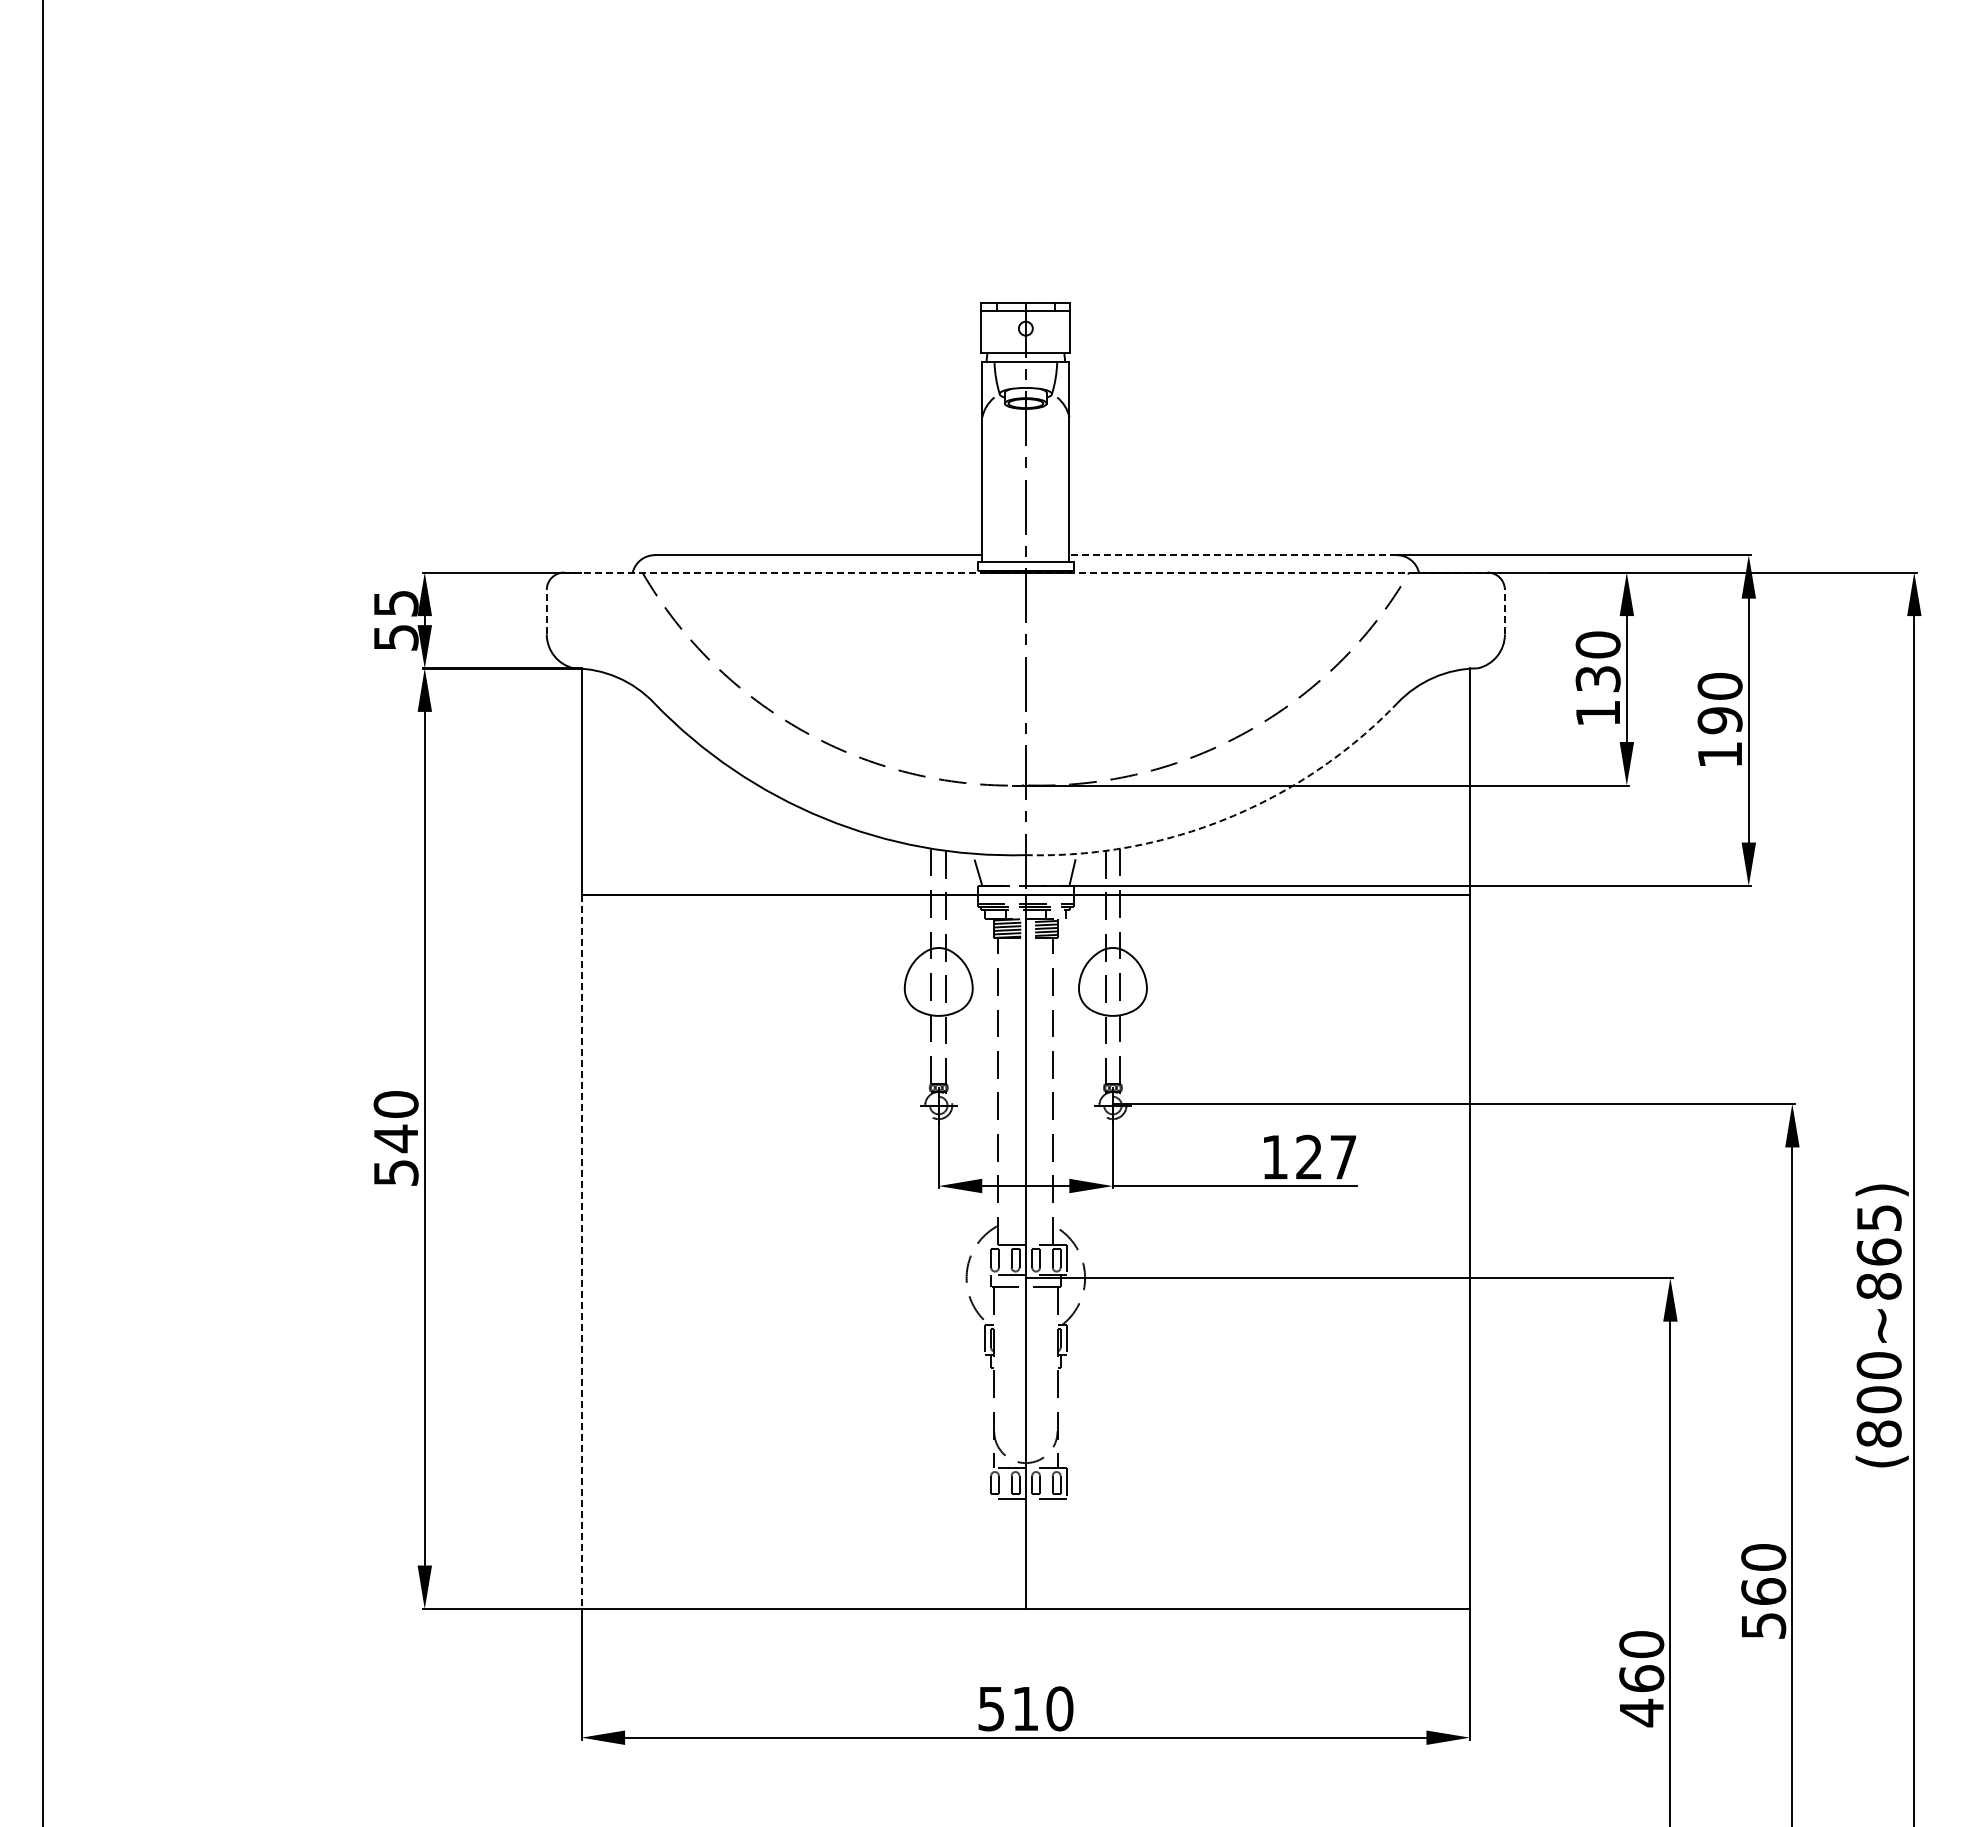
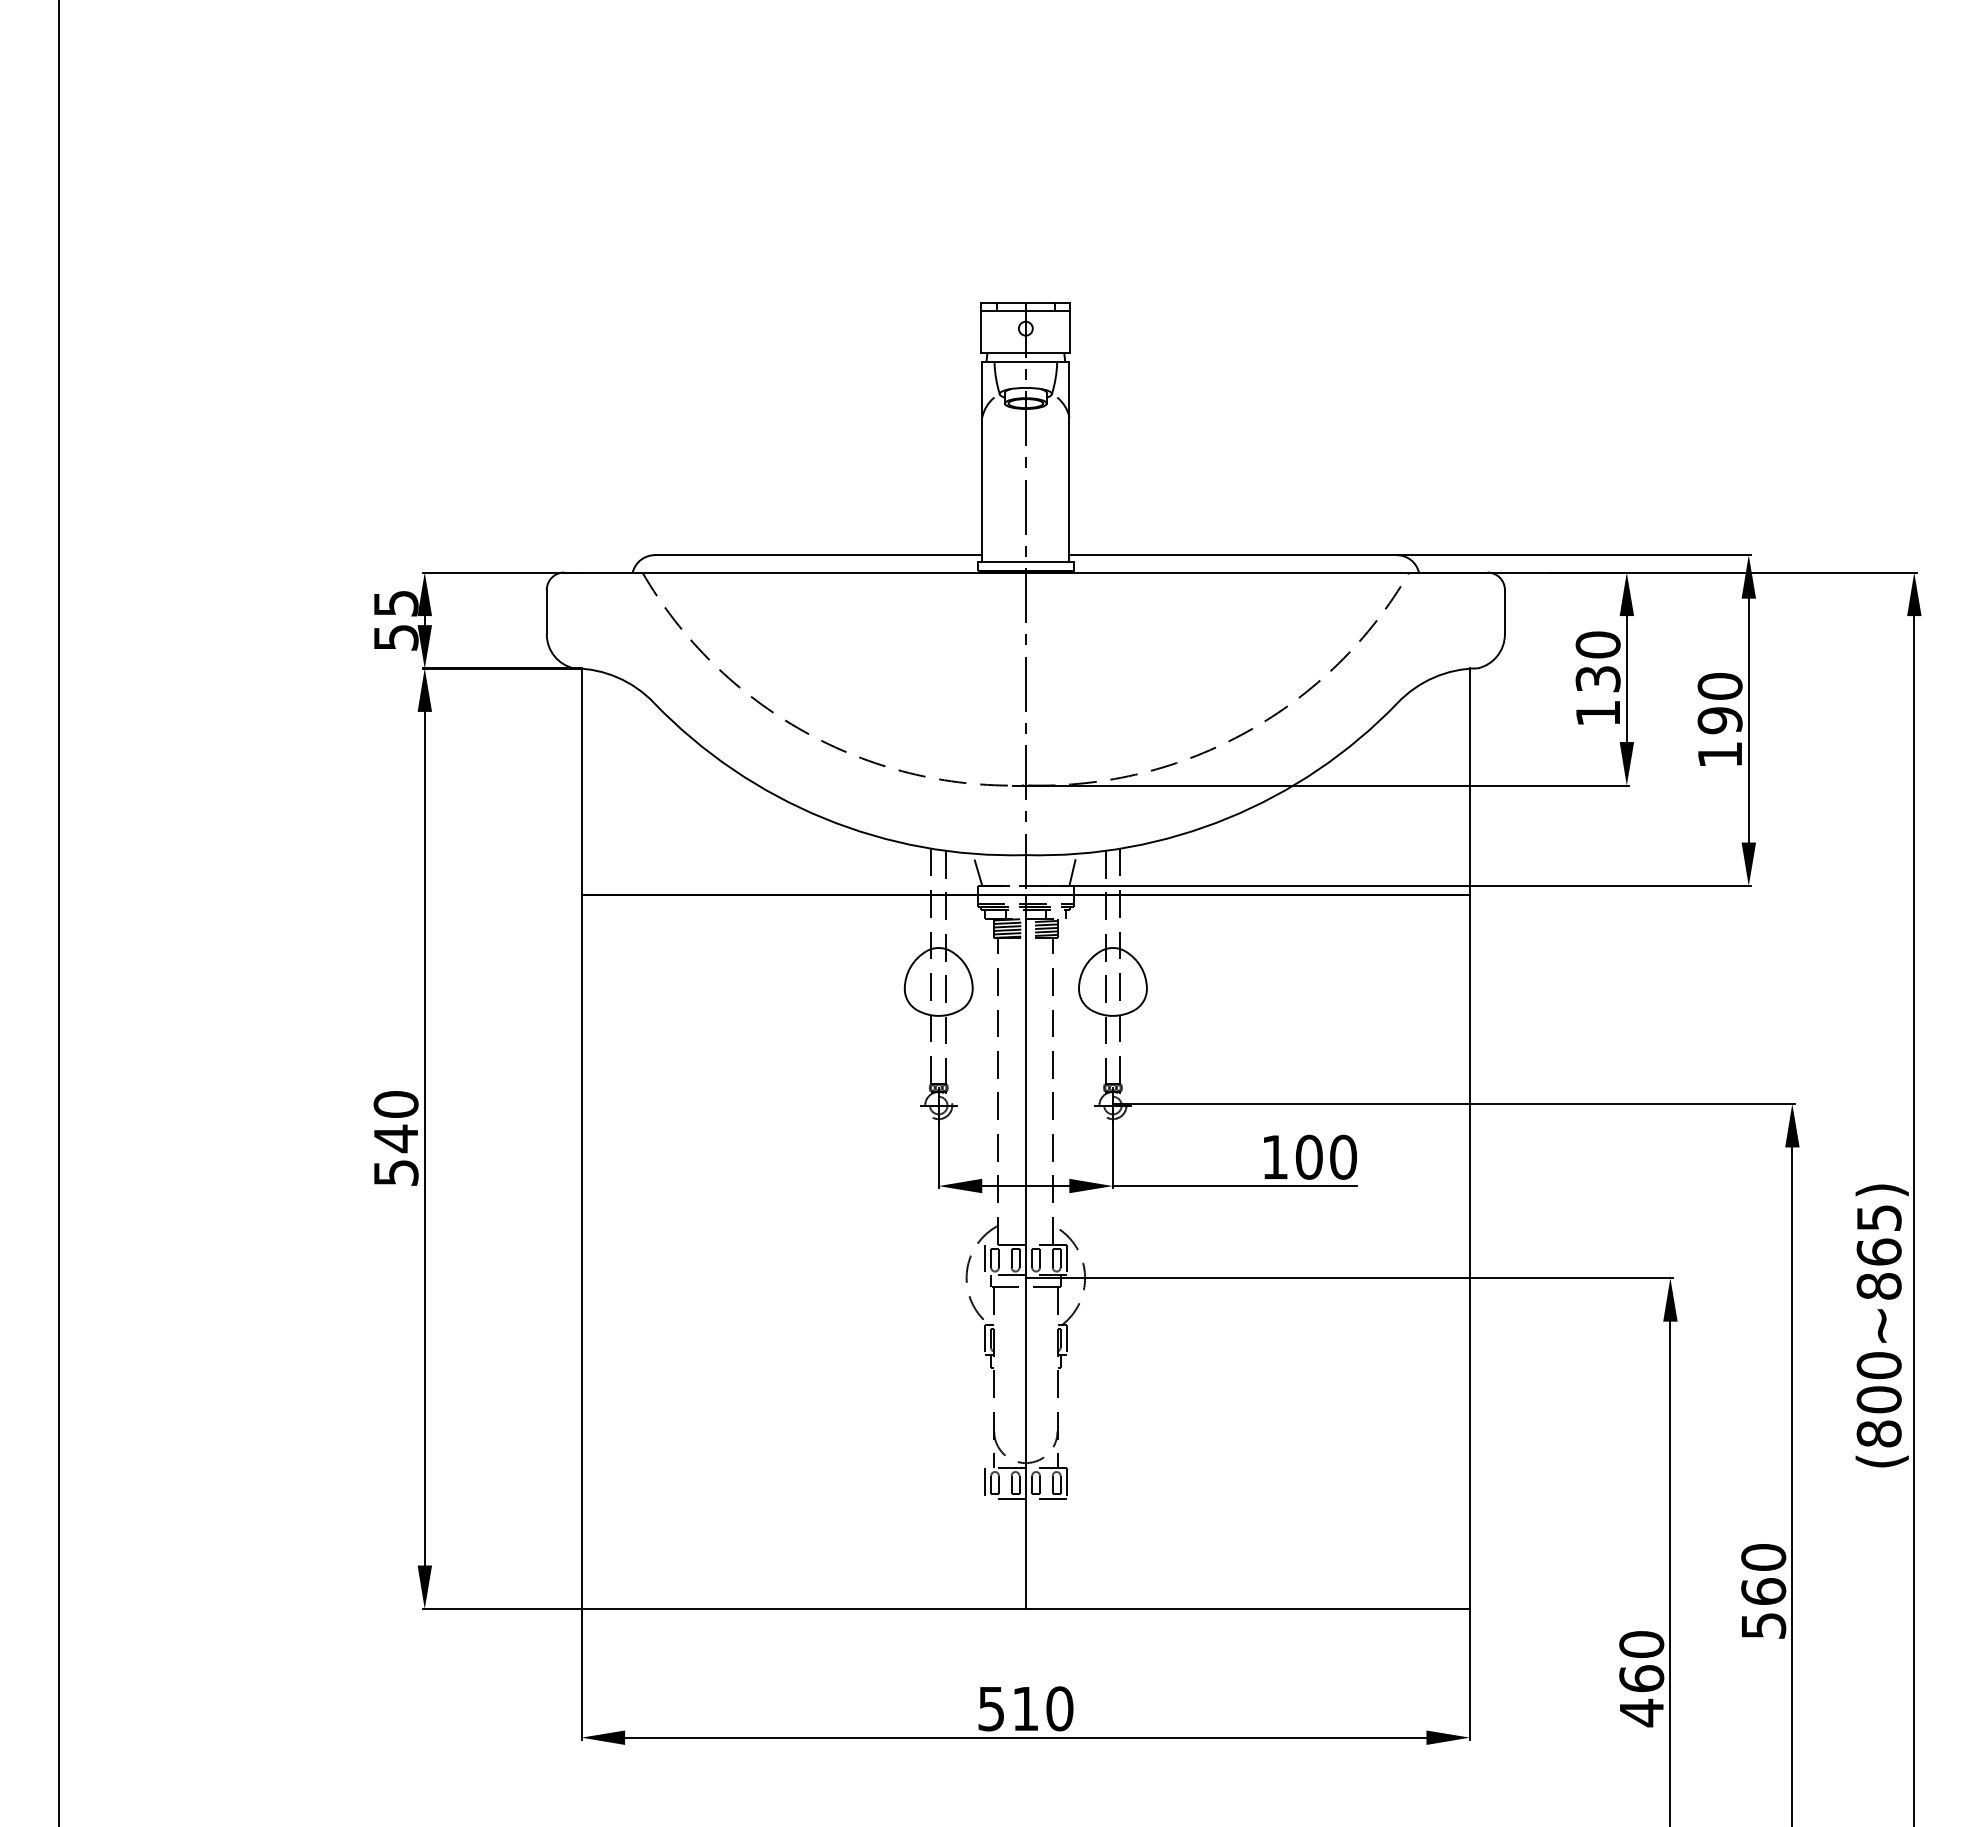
line at (1233, 555): dashed -> solid
line at (1026, 572): dashed -> solid
line at (546, 611): dashed -> solid
line at (1504, 611): dashed -> solid
arc at (1227, 818): dashed -> solid
line at (43, 912) position: (43, 912) -> (59, 912)
text at (1326, 1156): 127 -> 100
line at (581, 1252): dashed -> solid
line at (984, 1259): none -> present
line at (984, 1483): none -> present
